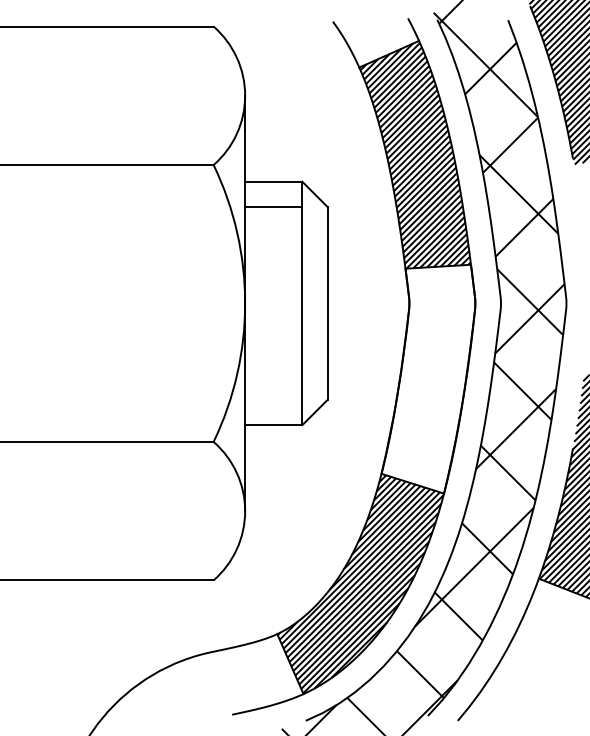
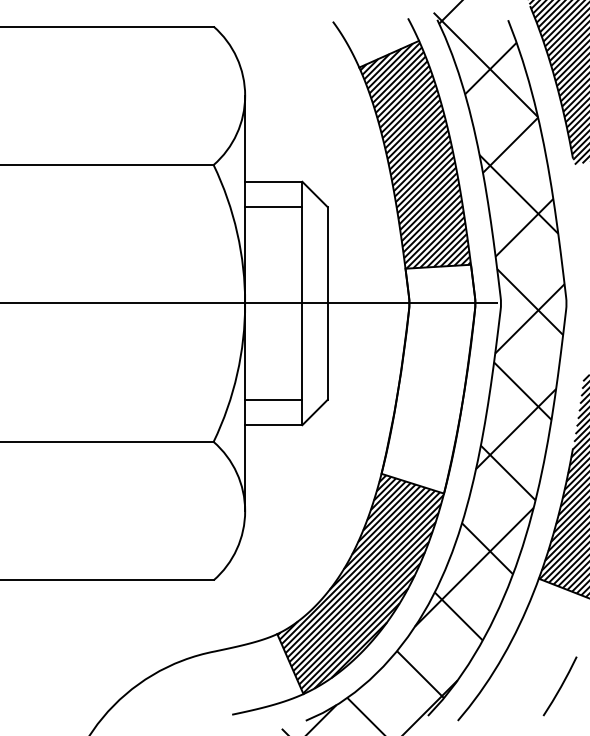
line at (249, 303): none -> present
line at (273, 399): none -> present
line at (560, 686): none -> present
